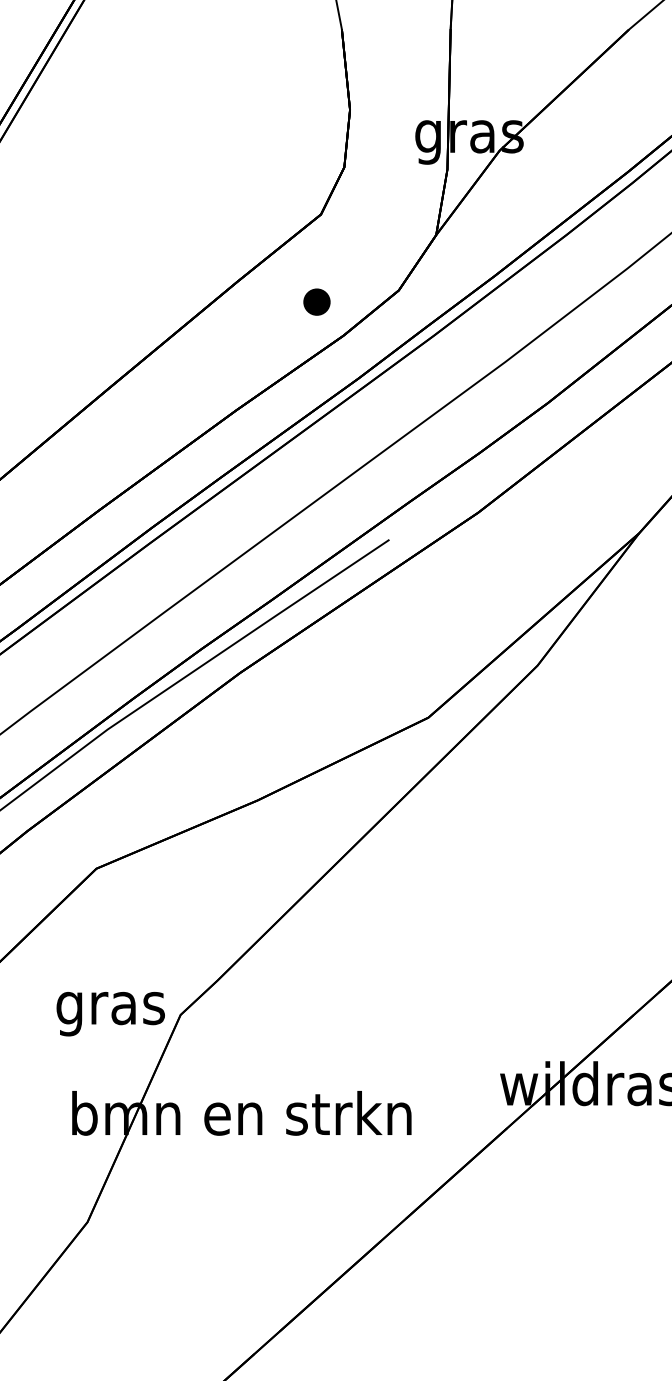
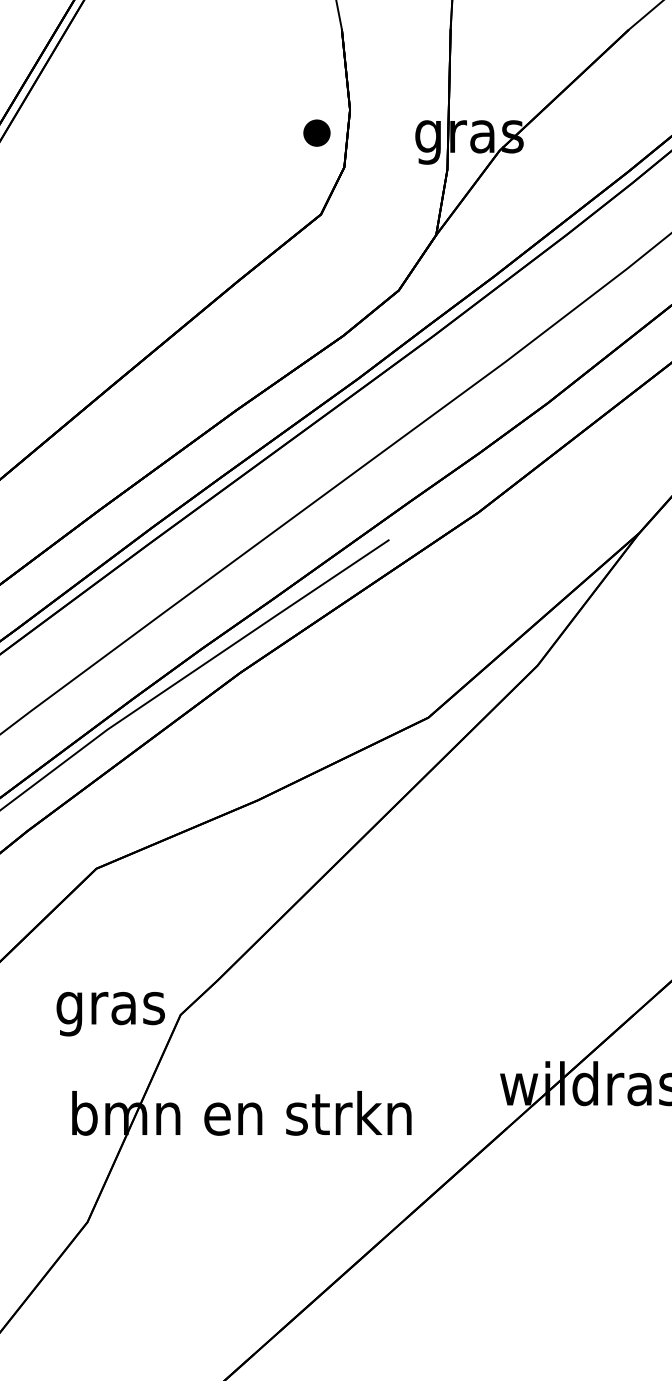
part at (316, 301) position: (316, 301) -> (316, 132)
